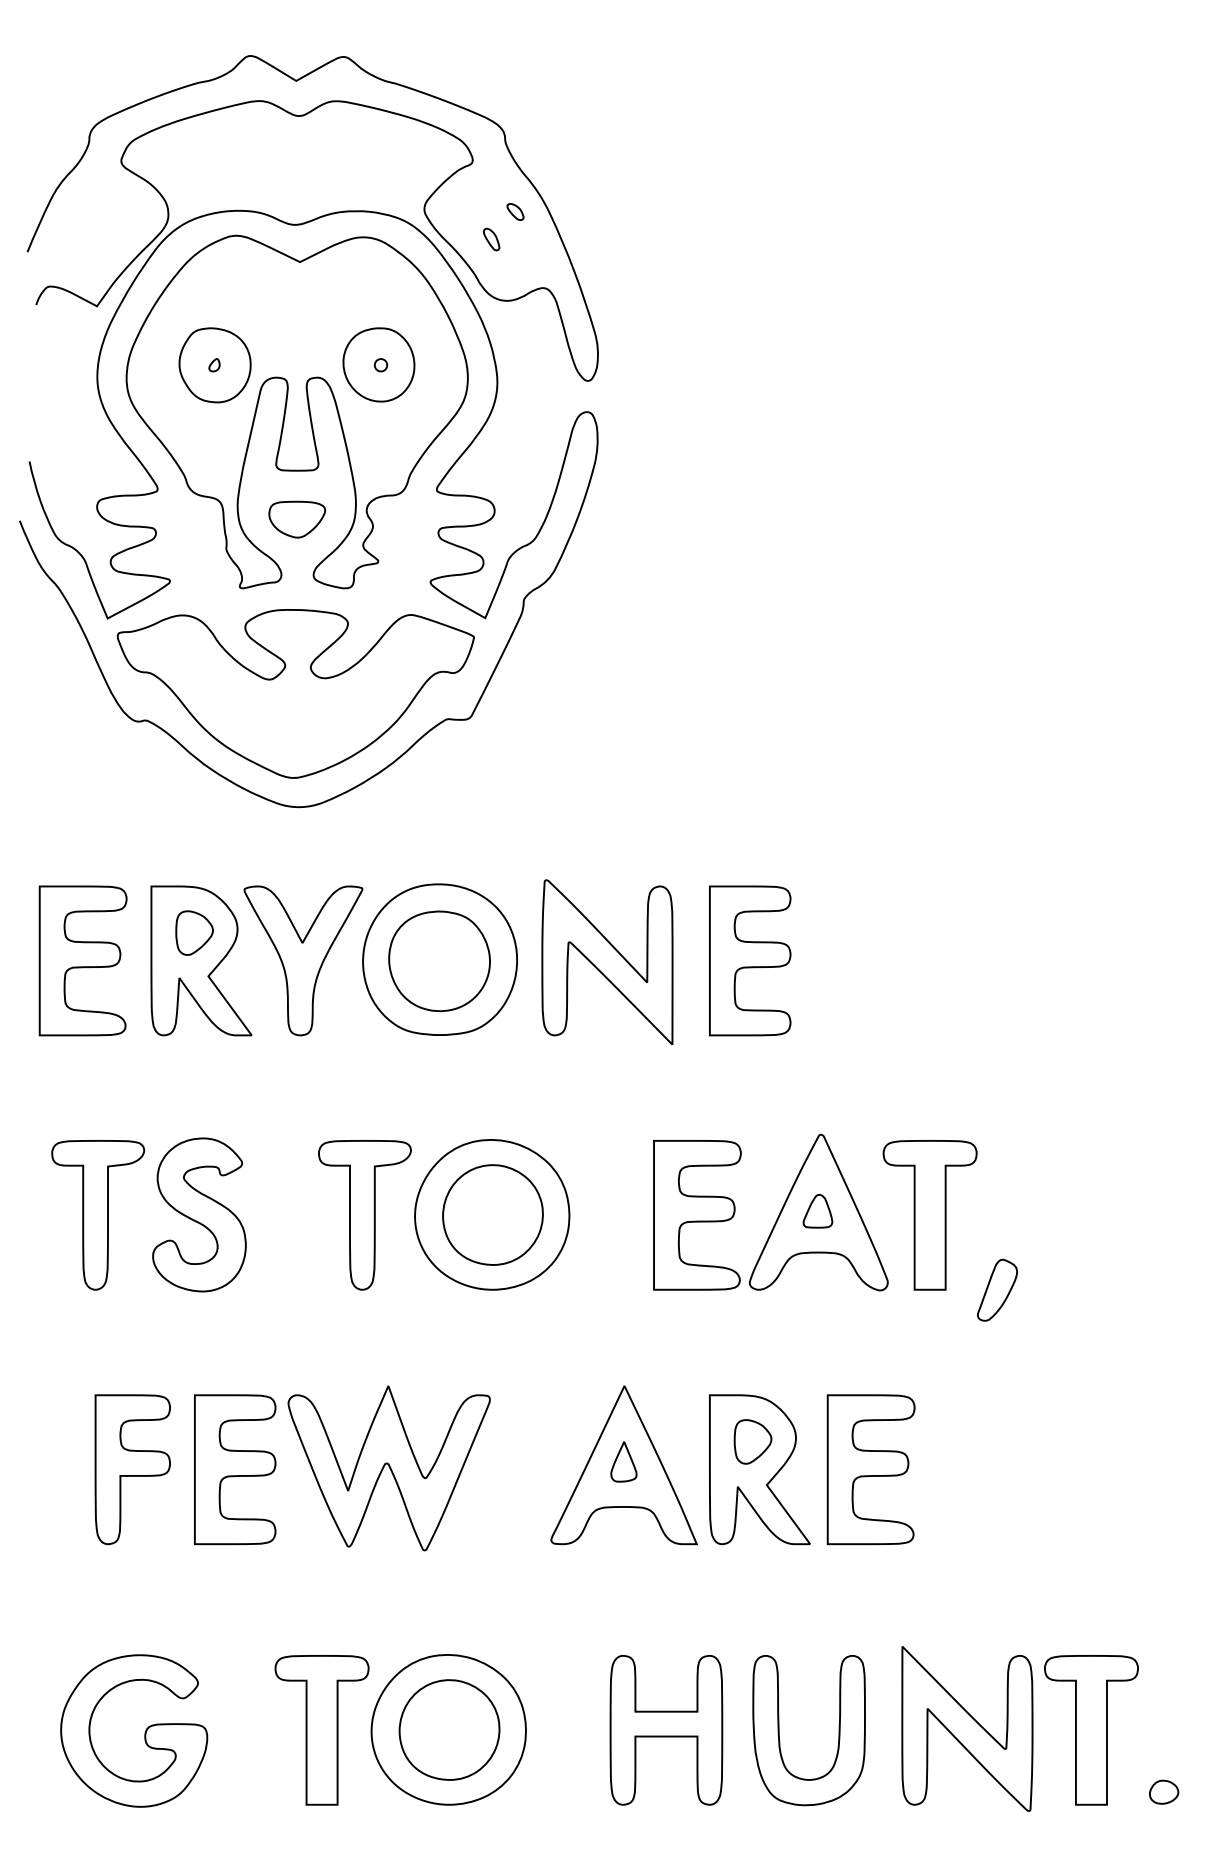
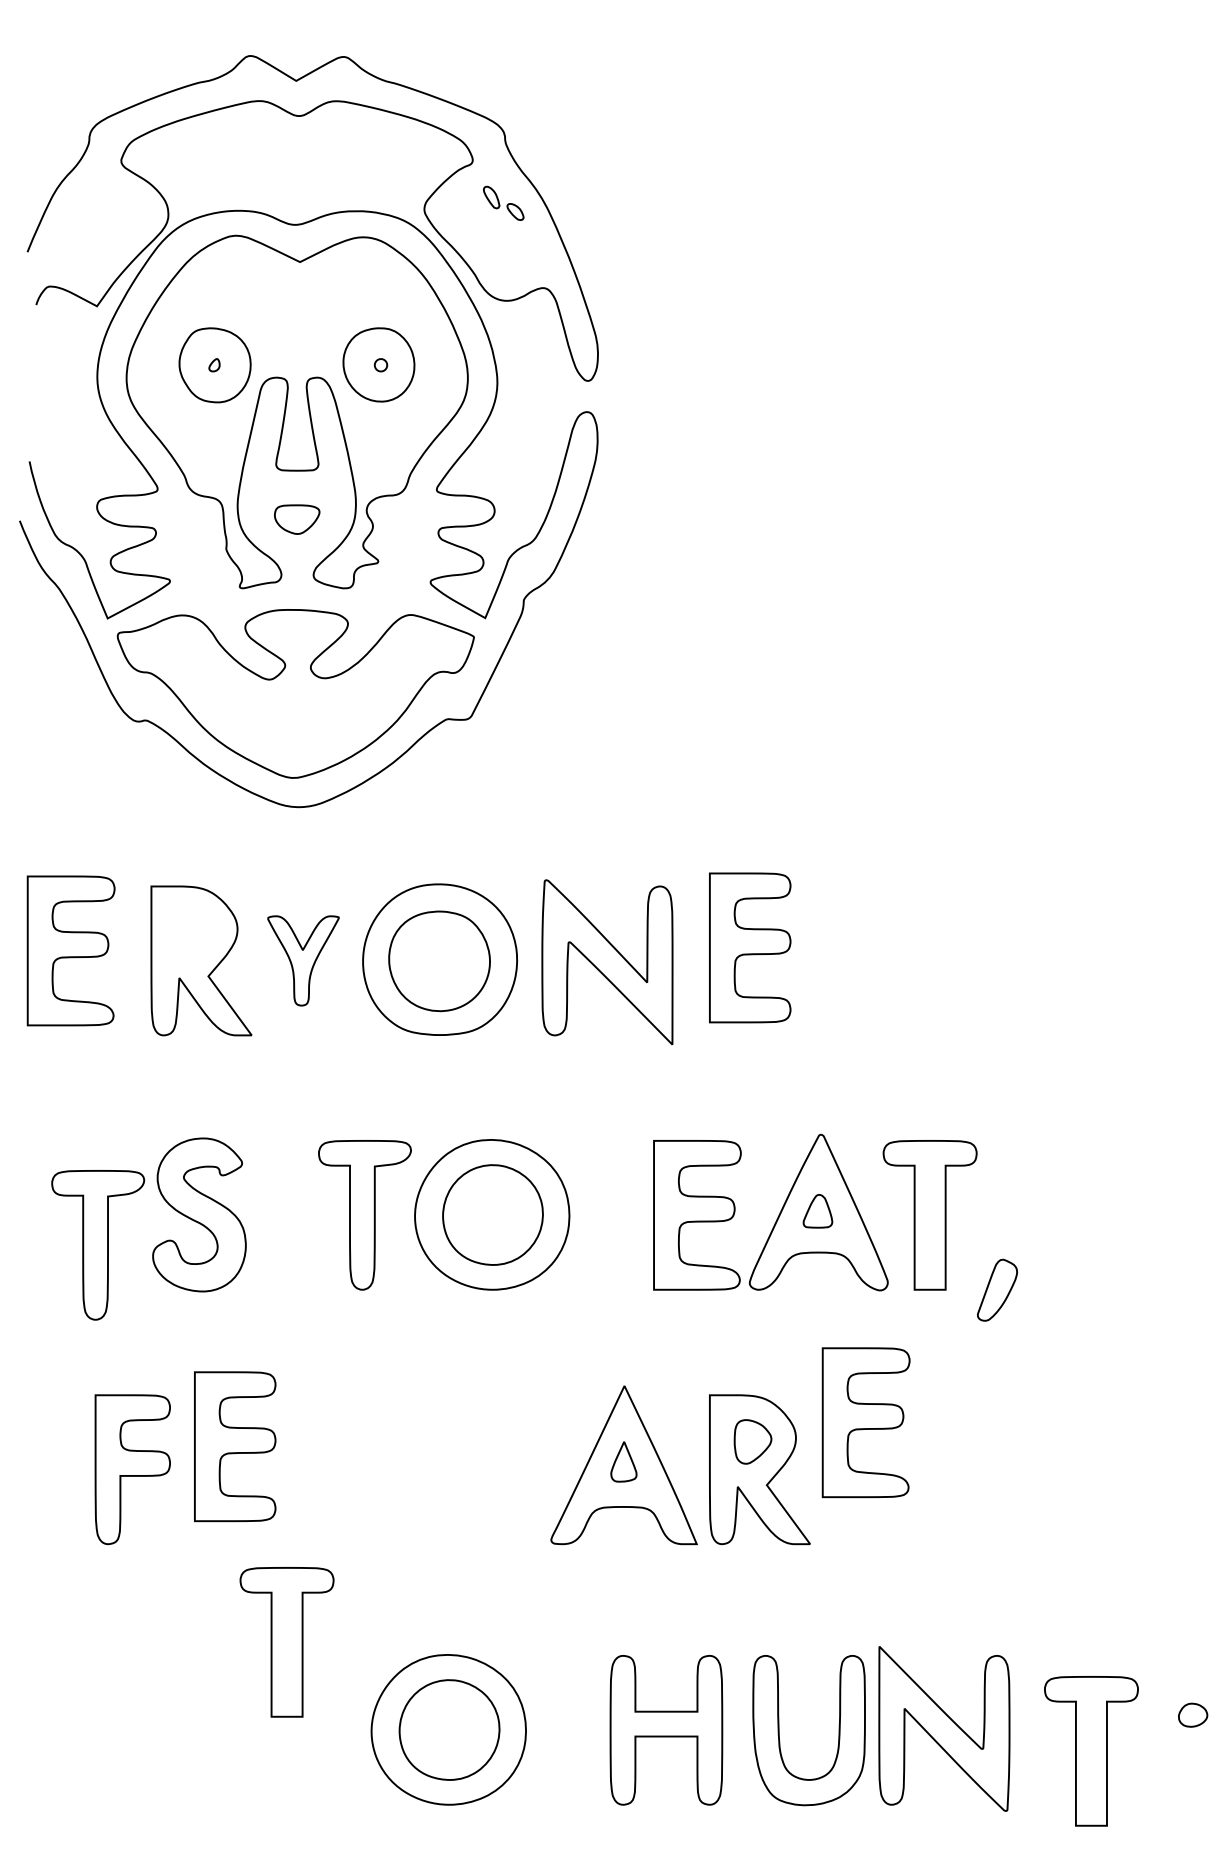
part at (491, 239) position: (491, 239) -> (491, 197)
part at (296, 519) size: 58x39 px -> 47x31 px
part at (194, 932): present -> none
part at (82, 960) position: (82, 960) -> (70, 950)
part at (303, 960) size: 121x152 px -> 73x92 px
part at (750, 960) position: (750, 960) -> (750, 947)
part at (98, 1215) position: (98, 1215) -> (98, 1245)
part at (388, 1468): present -> none
part at (235, 1469) position: (235, 1469) -> (235, 1446)
part at (870, 1469) position: (870, 1469) -> (865, 1422)
part at (967, 1728) position: (967, 1728) -> (944, 1728)
part at (321, 1730) position: (321, 1730) -> (286, 1642)
part at (1091, 1730) position: (1091, 1730) -> (1091, 1751)
part at (144, 1732): present -> none
part at (1164, 1791) position: (1164, 1791) -> (1193, 1714)
